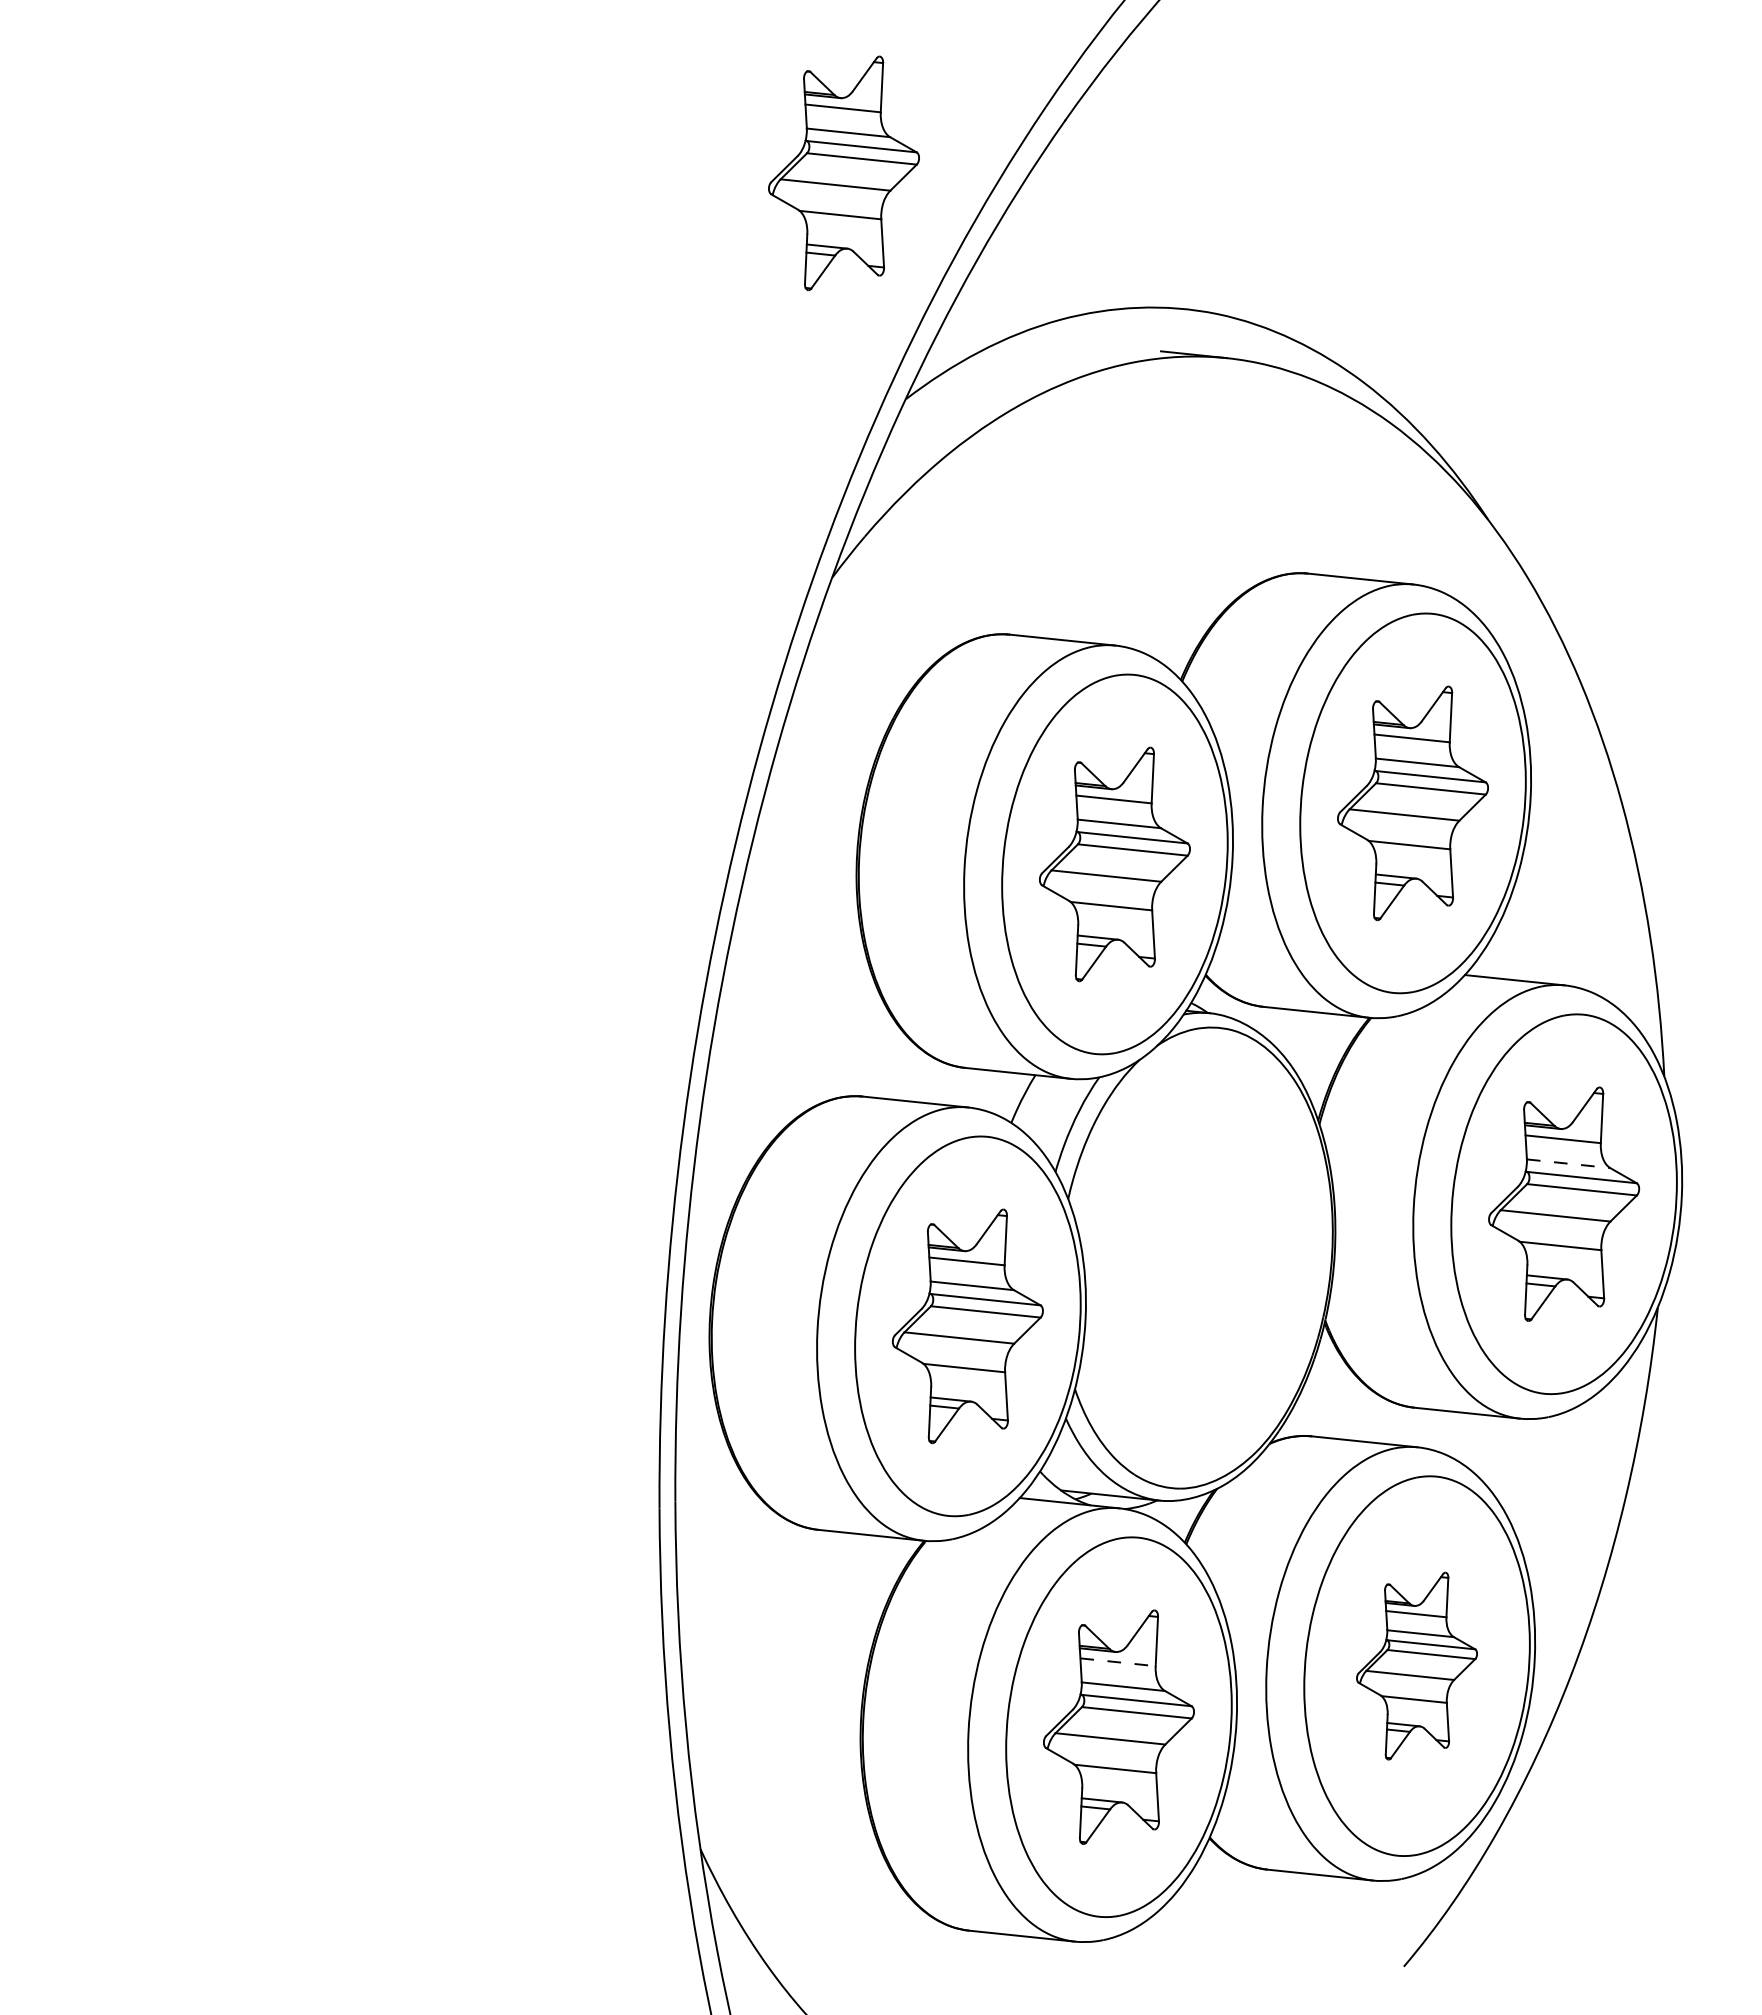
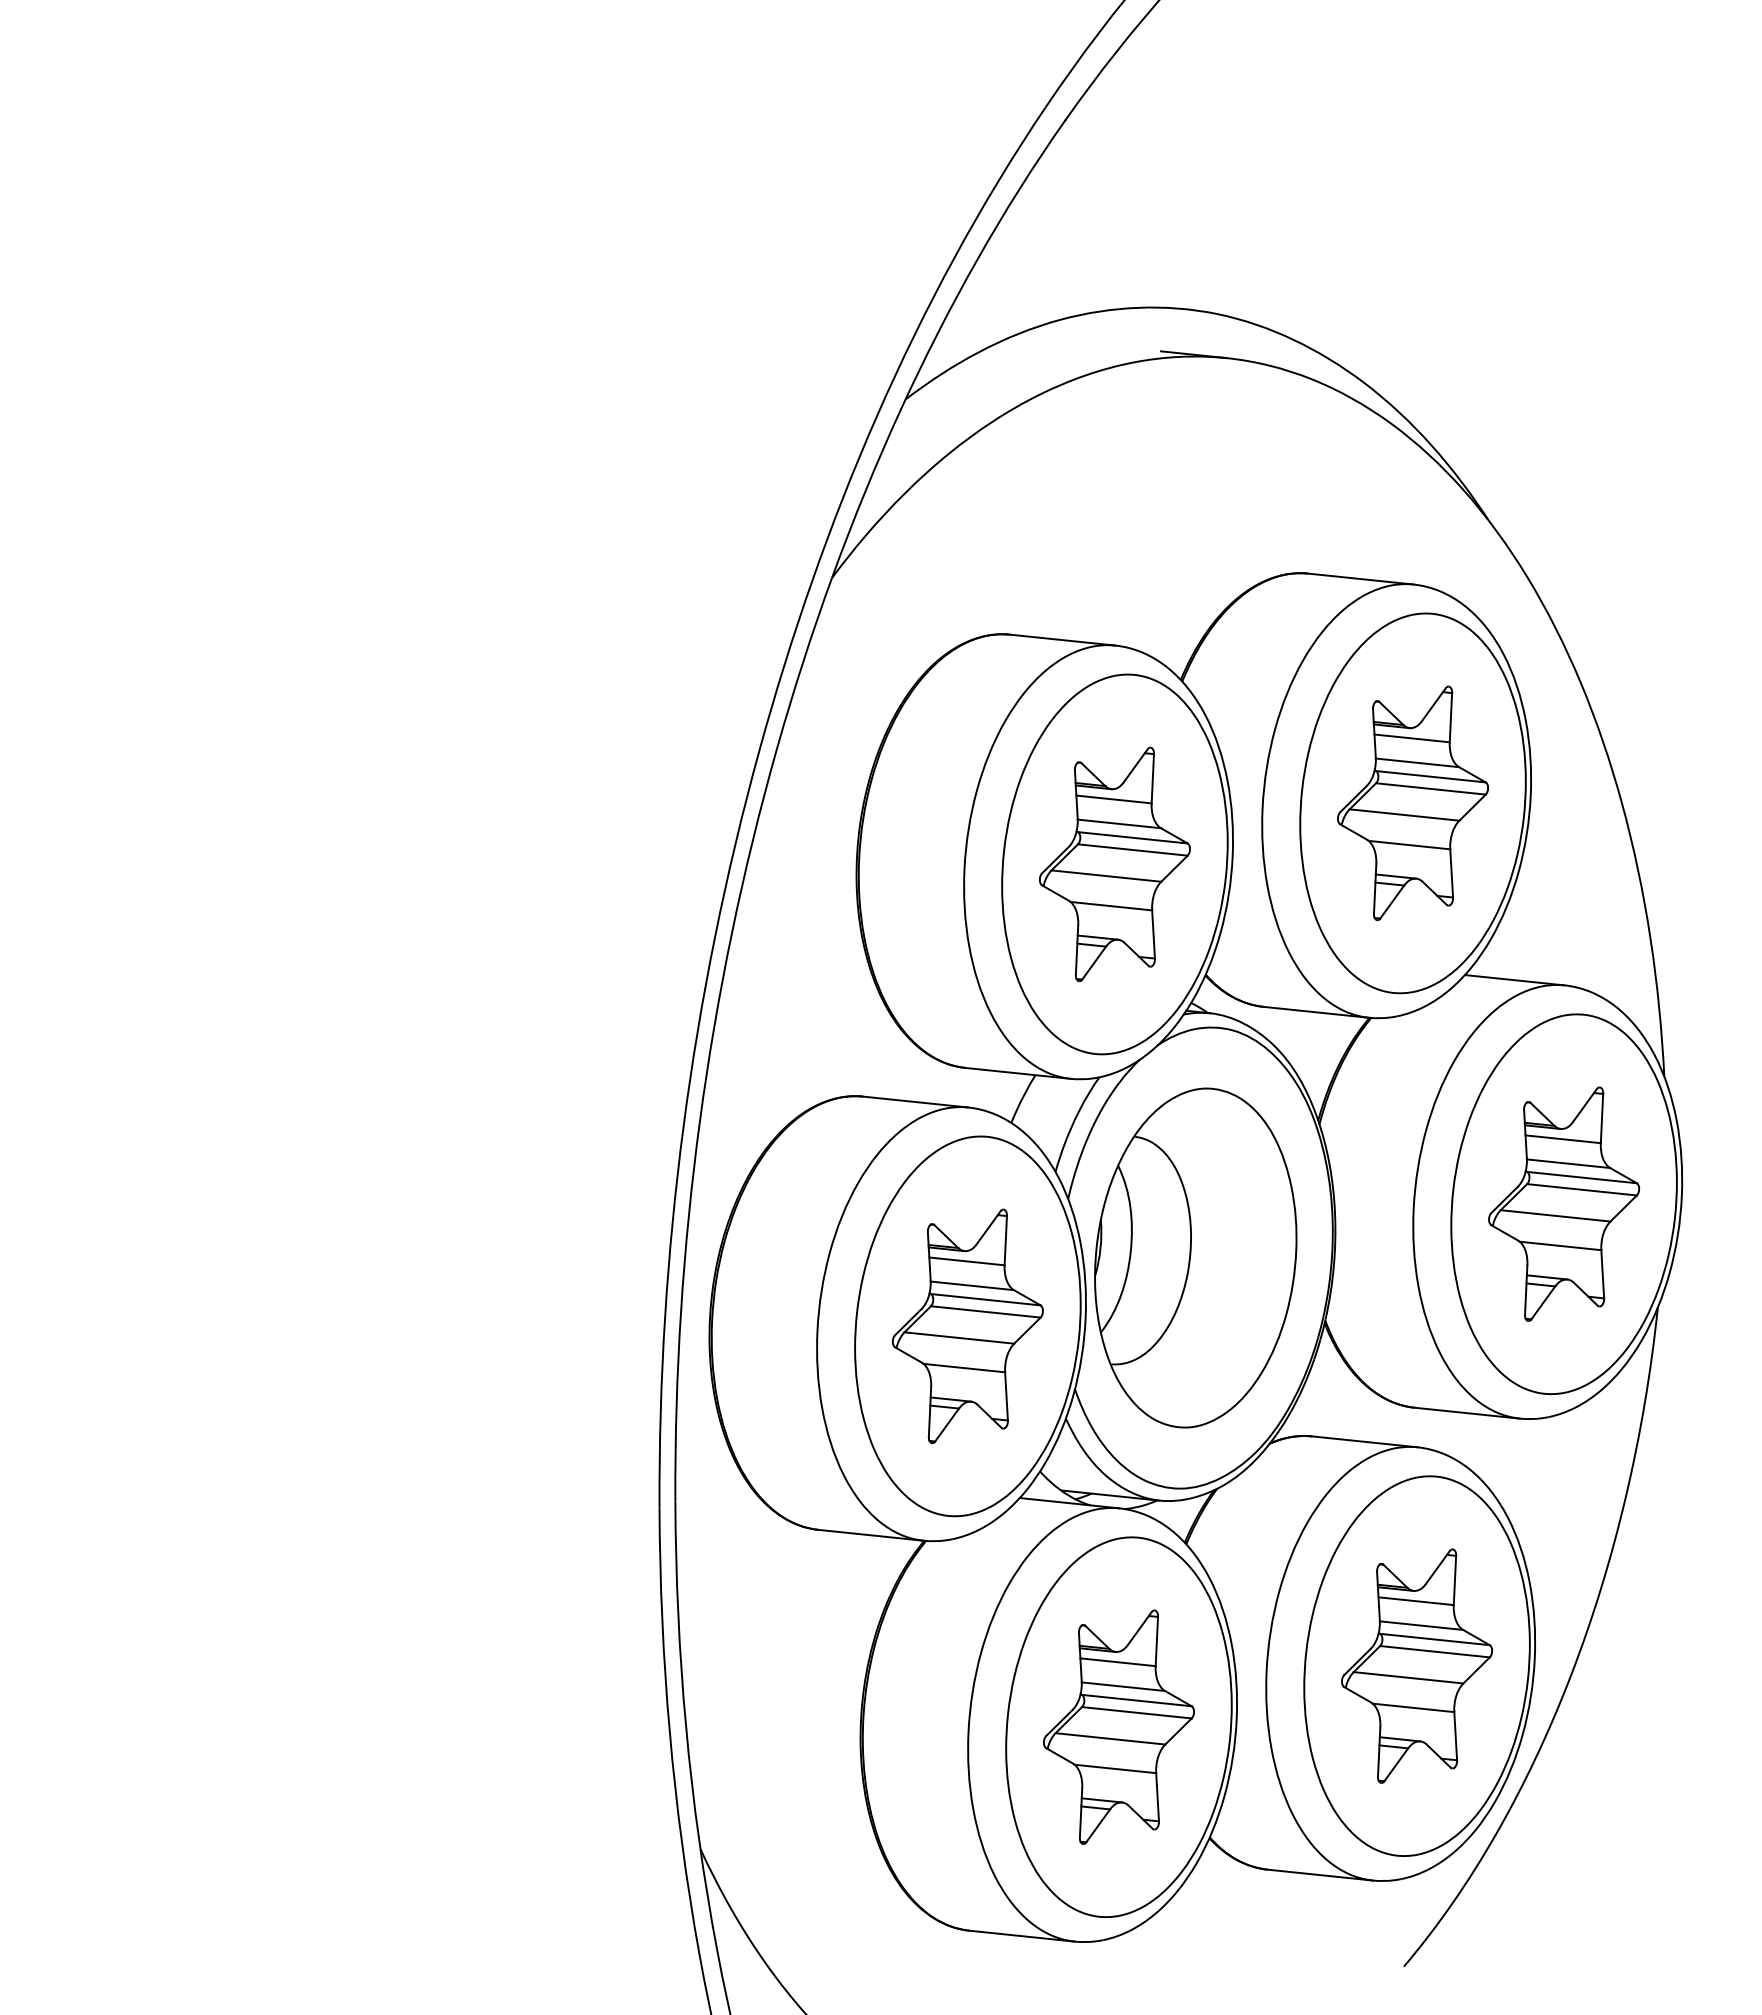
part at (843, 173): present -> none
line at (1568, 1163): dashed -> solid
part at (1195, 1257): none -> present
line at (1118, 1662): dashed -> solid
part at (1416, 1665) size: 122x190 px -> 152x236 px
